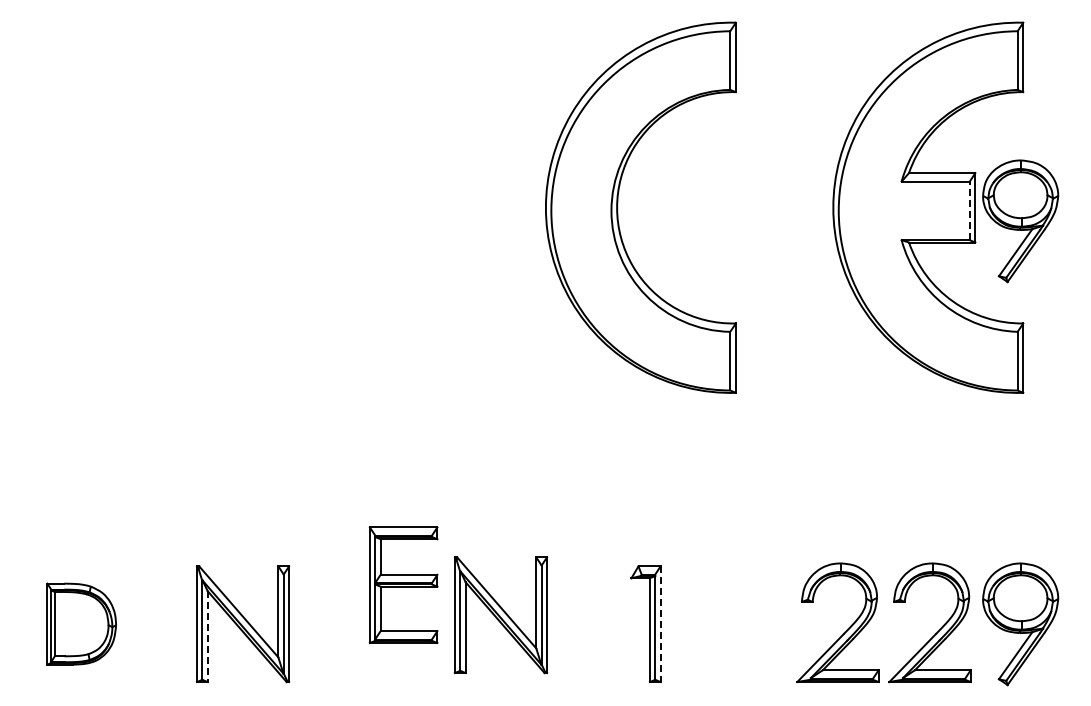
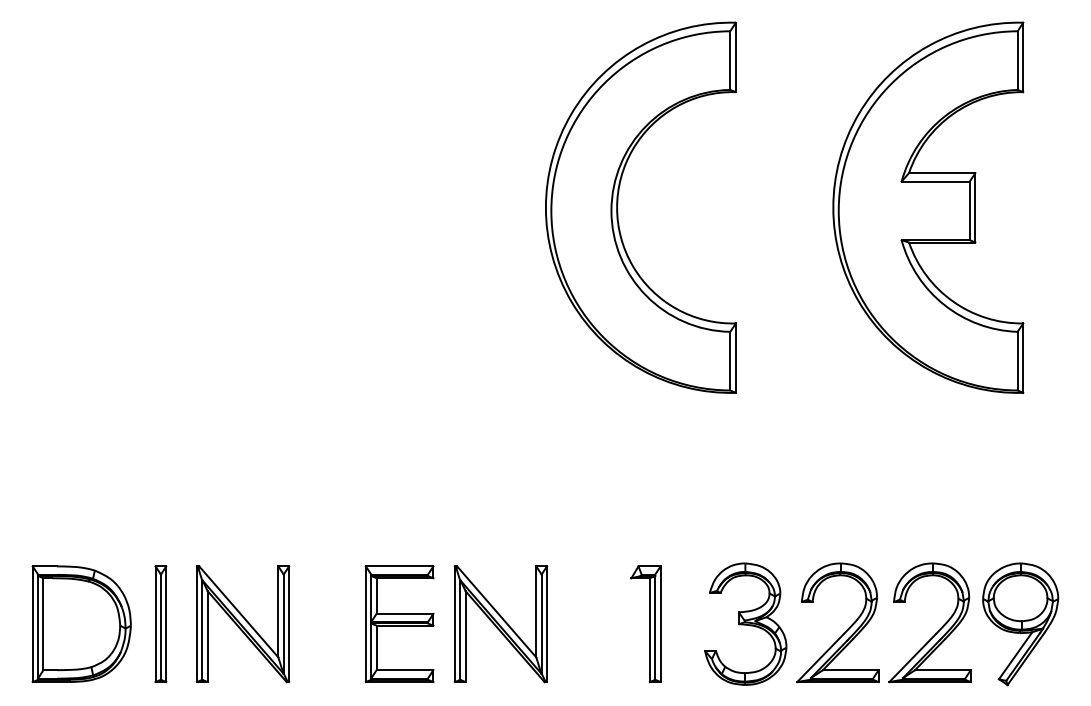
line at (969, 210): dashed -> solid
part at (1020, 221): present -> none
part at (403, 584) position: (403, 584) -> (399, 623)
part at (500, 615) position: (500, 615) -> (500, 624)
part at (81, 623) size: 71x84 px -> 101x118 px
part at (160, 623): none -> present
part at (745, 623): none -> present
line at (660, 624): dashed -> solid
line at (207, 637): dashed -> solid
